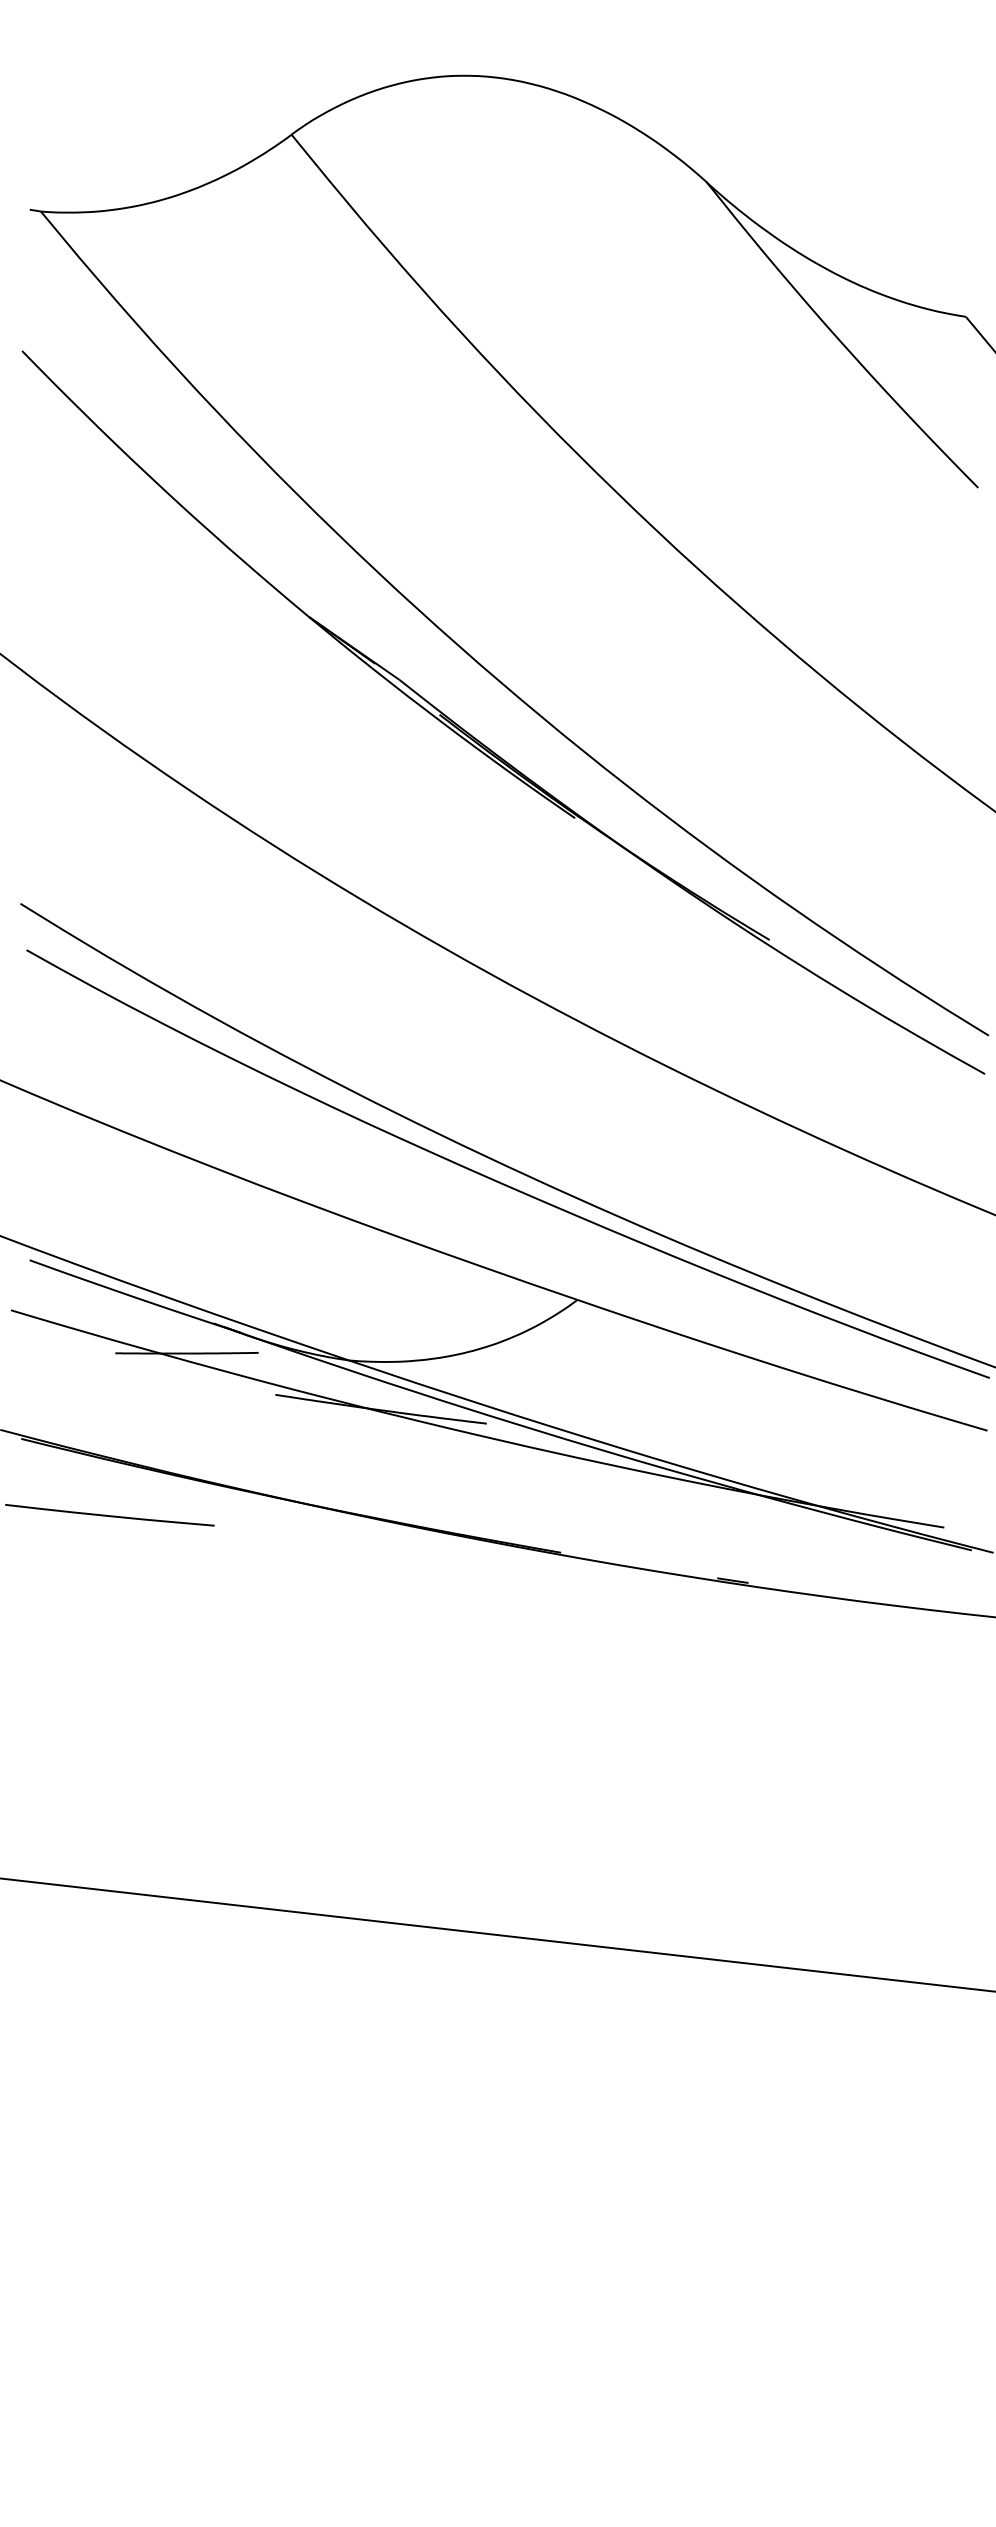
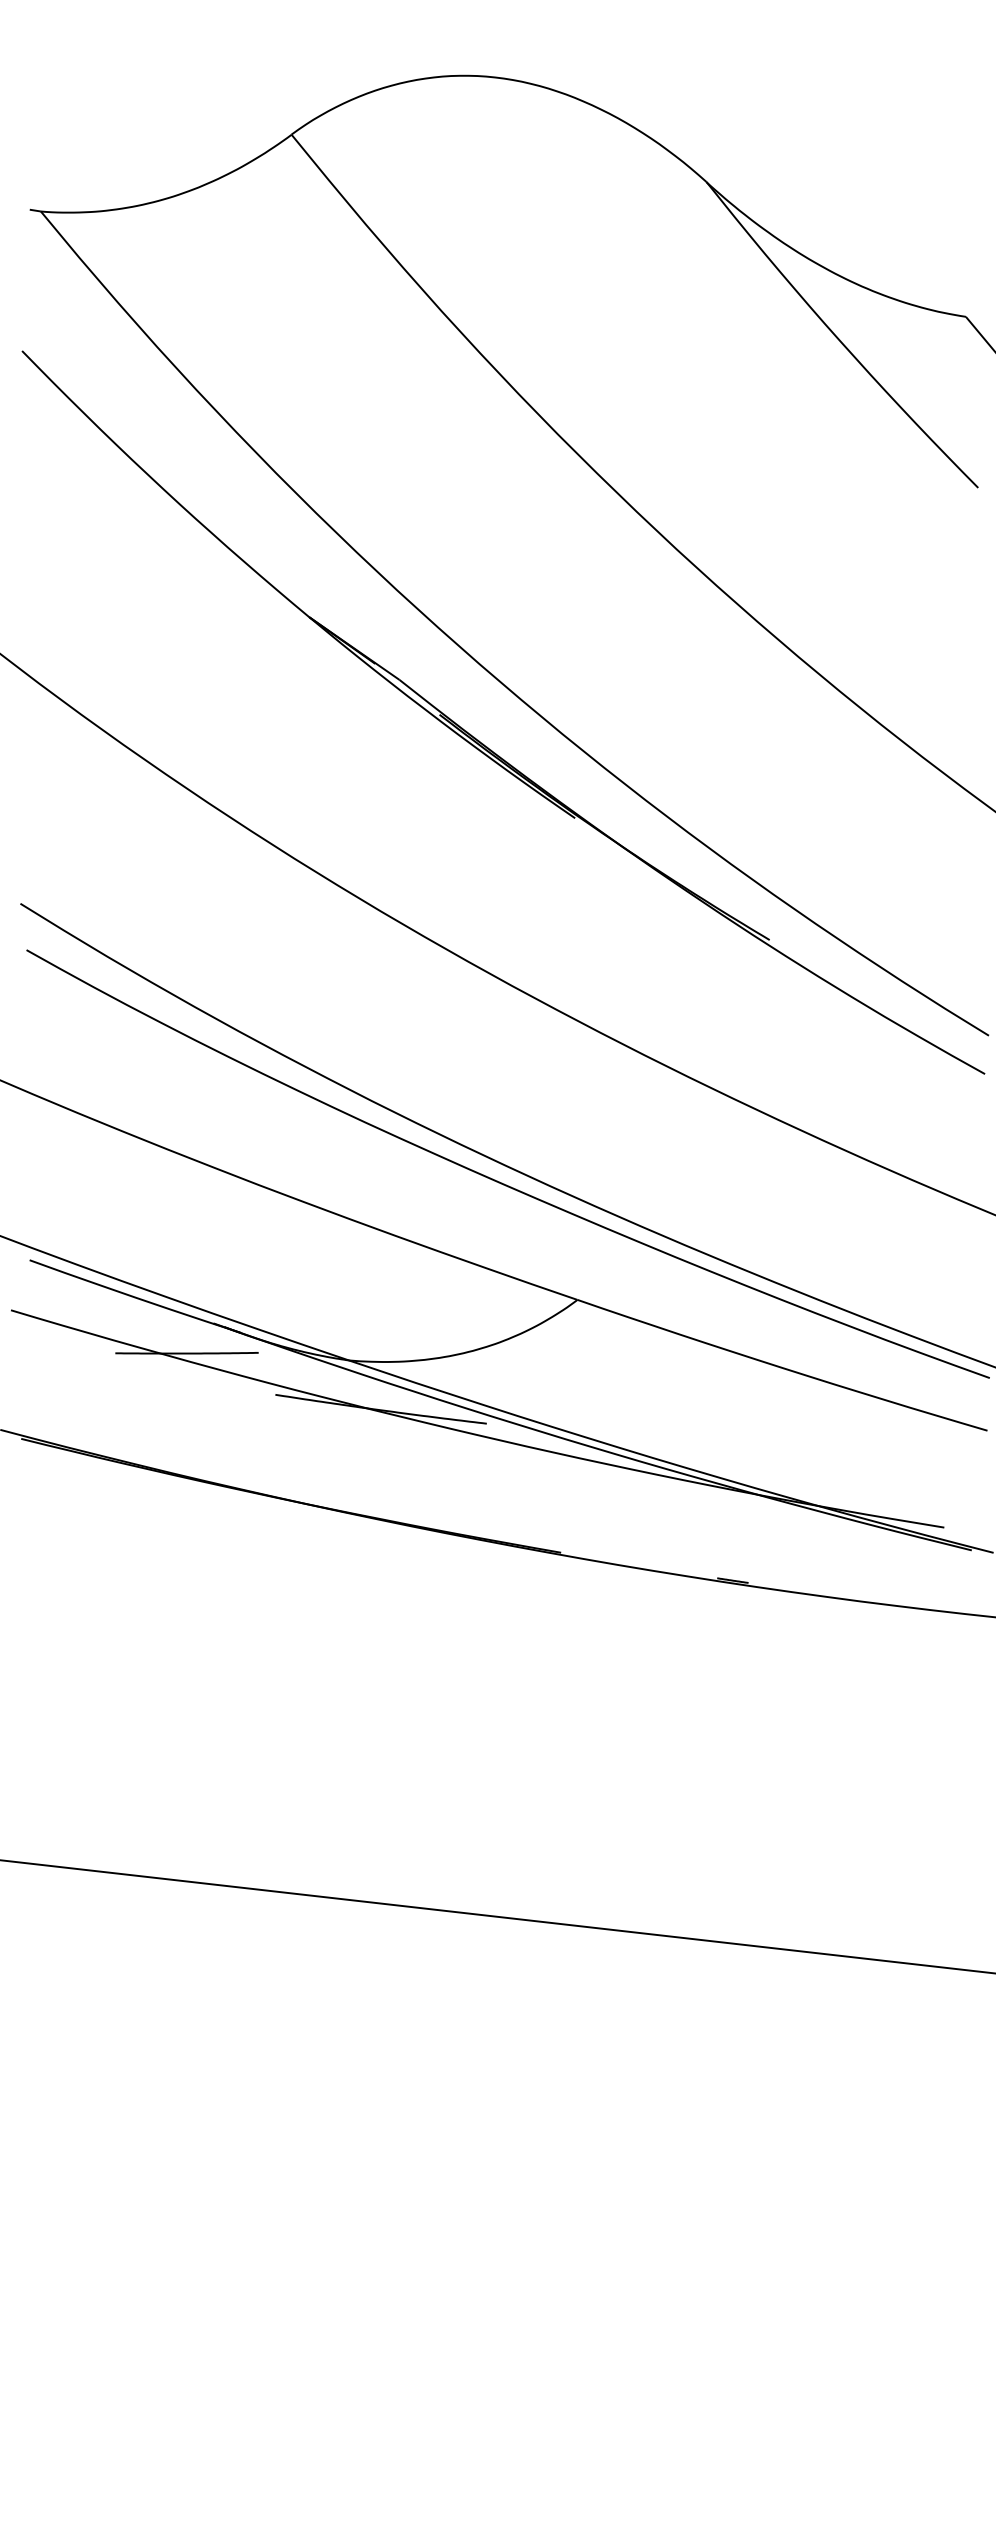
line at (109, 1515): present -> none
line at (497, 1934) position: (497, 1934) -> (497, 1916)
